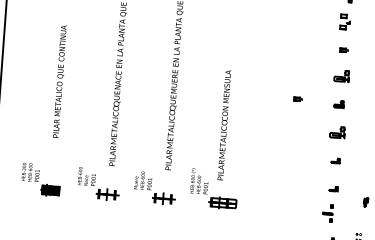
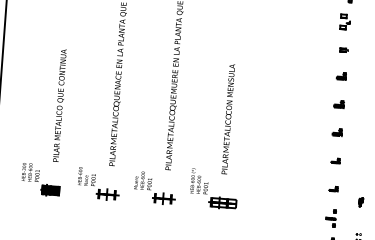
part at (341, 76) size: 17x13 px -> 12x9 px
text at (59, 81) position: (59, 81) -> (59, 105)
part at (297, 98): present -> none
text at (223, 125) position: (223, 125) -> (227, 119)
part at (337, 132) size: 17x14 px -> 12x9 px
part at (366, 202) position: (366, 202) -> (361, 202)
part at (327, 213) position: (327, 213) -> (330, 218)
